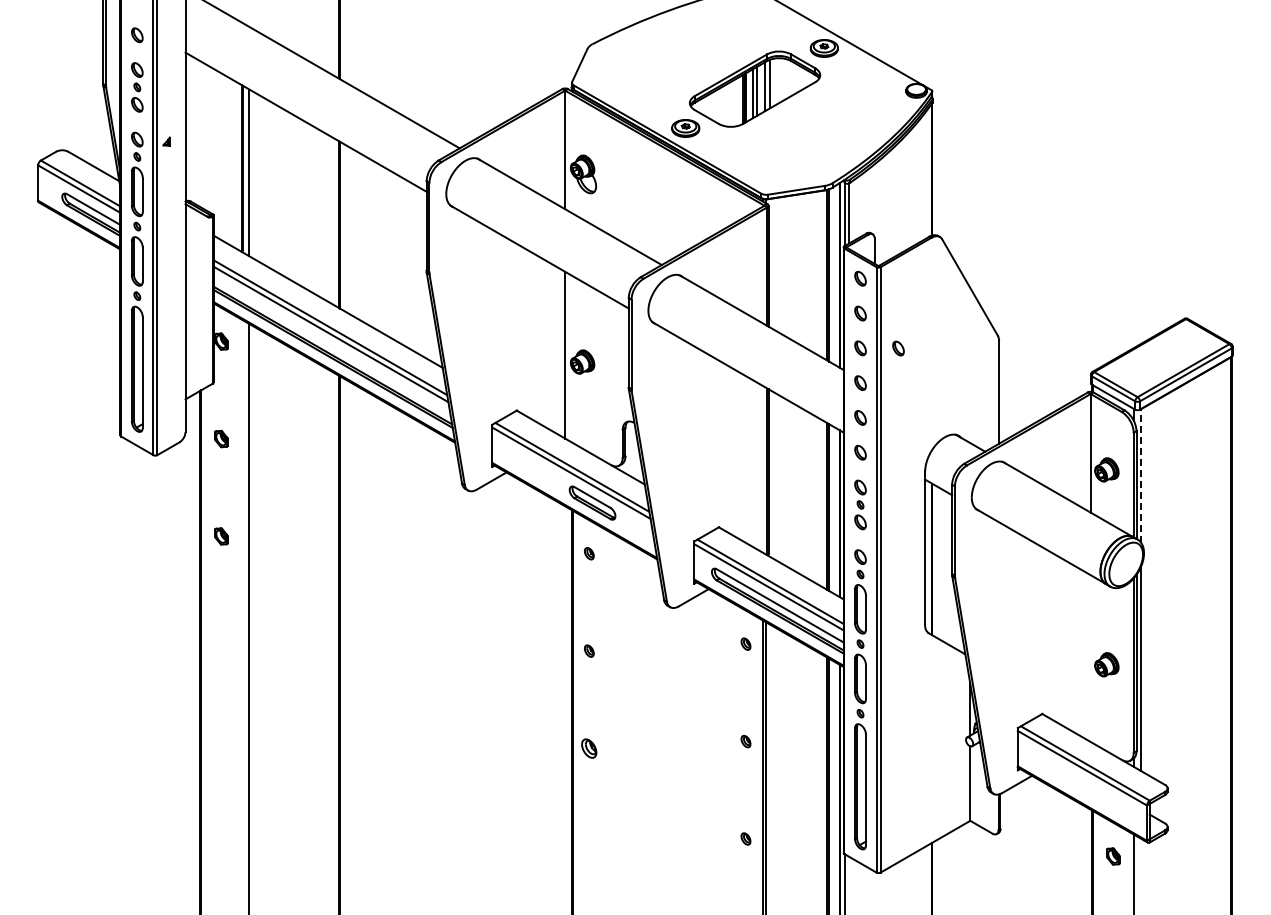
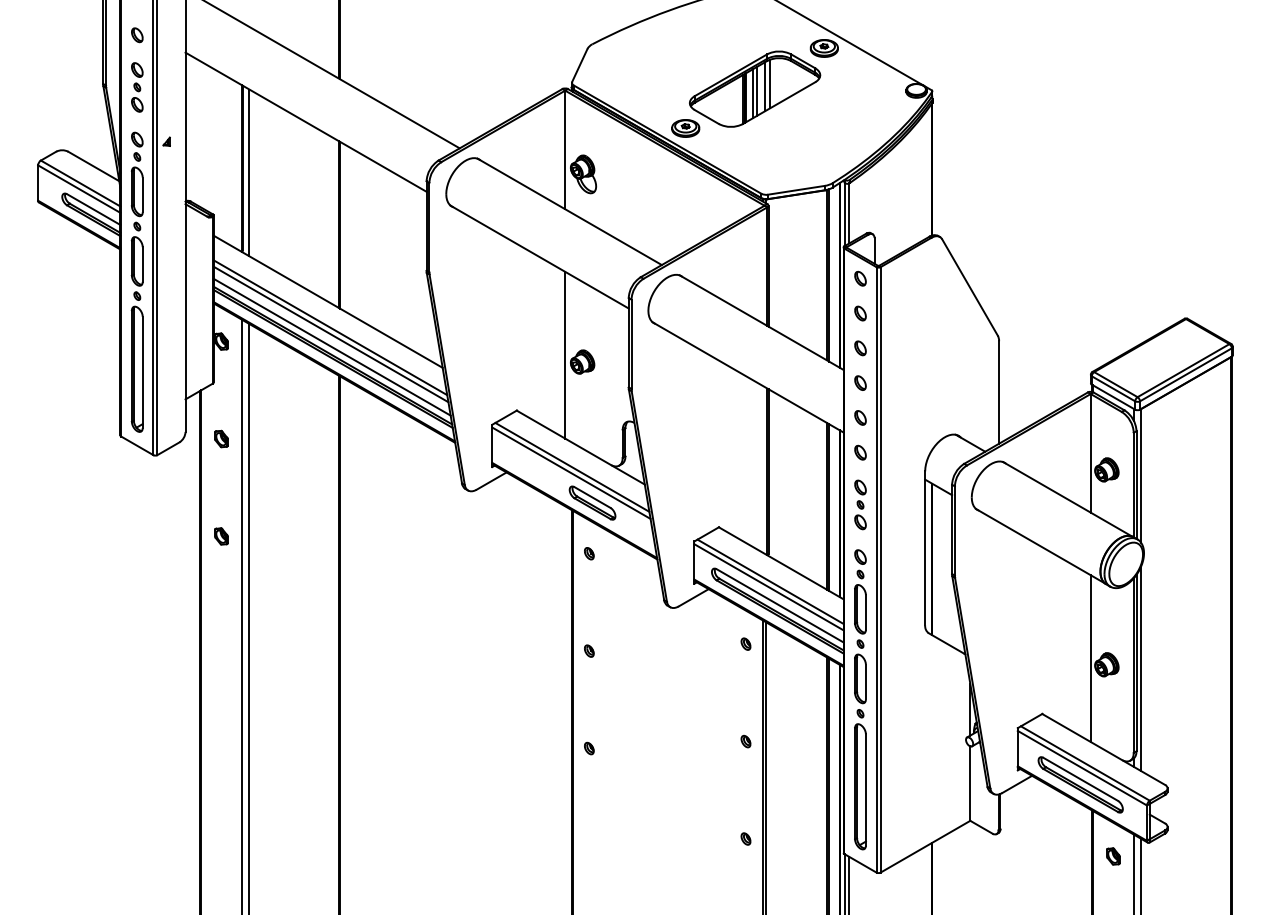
line at (331, 346): none -> present
part at (898, 348): present -> none
line at (1141, 475): dashed -> solid
line at (242, 615): none -> present
line at (1090, 658): none -> present
part at (589, 748) size: 17x21 px -> 11x15 px
part at (1080, 784): none -> present
line at (1141, 874): none -> present
line at (849, 883): none -> present
